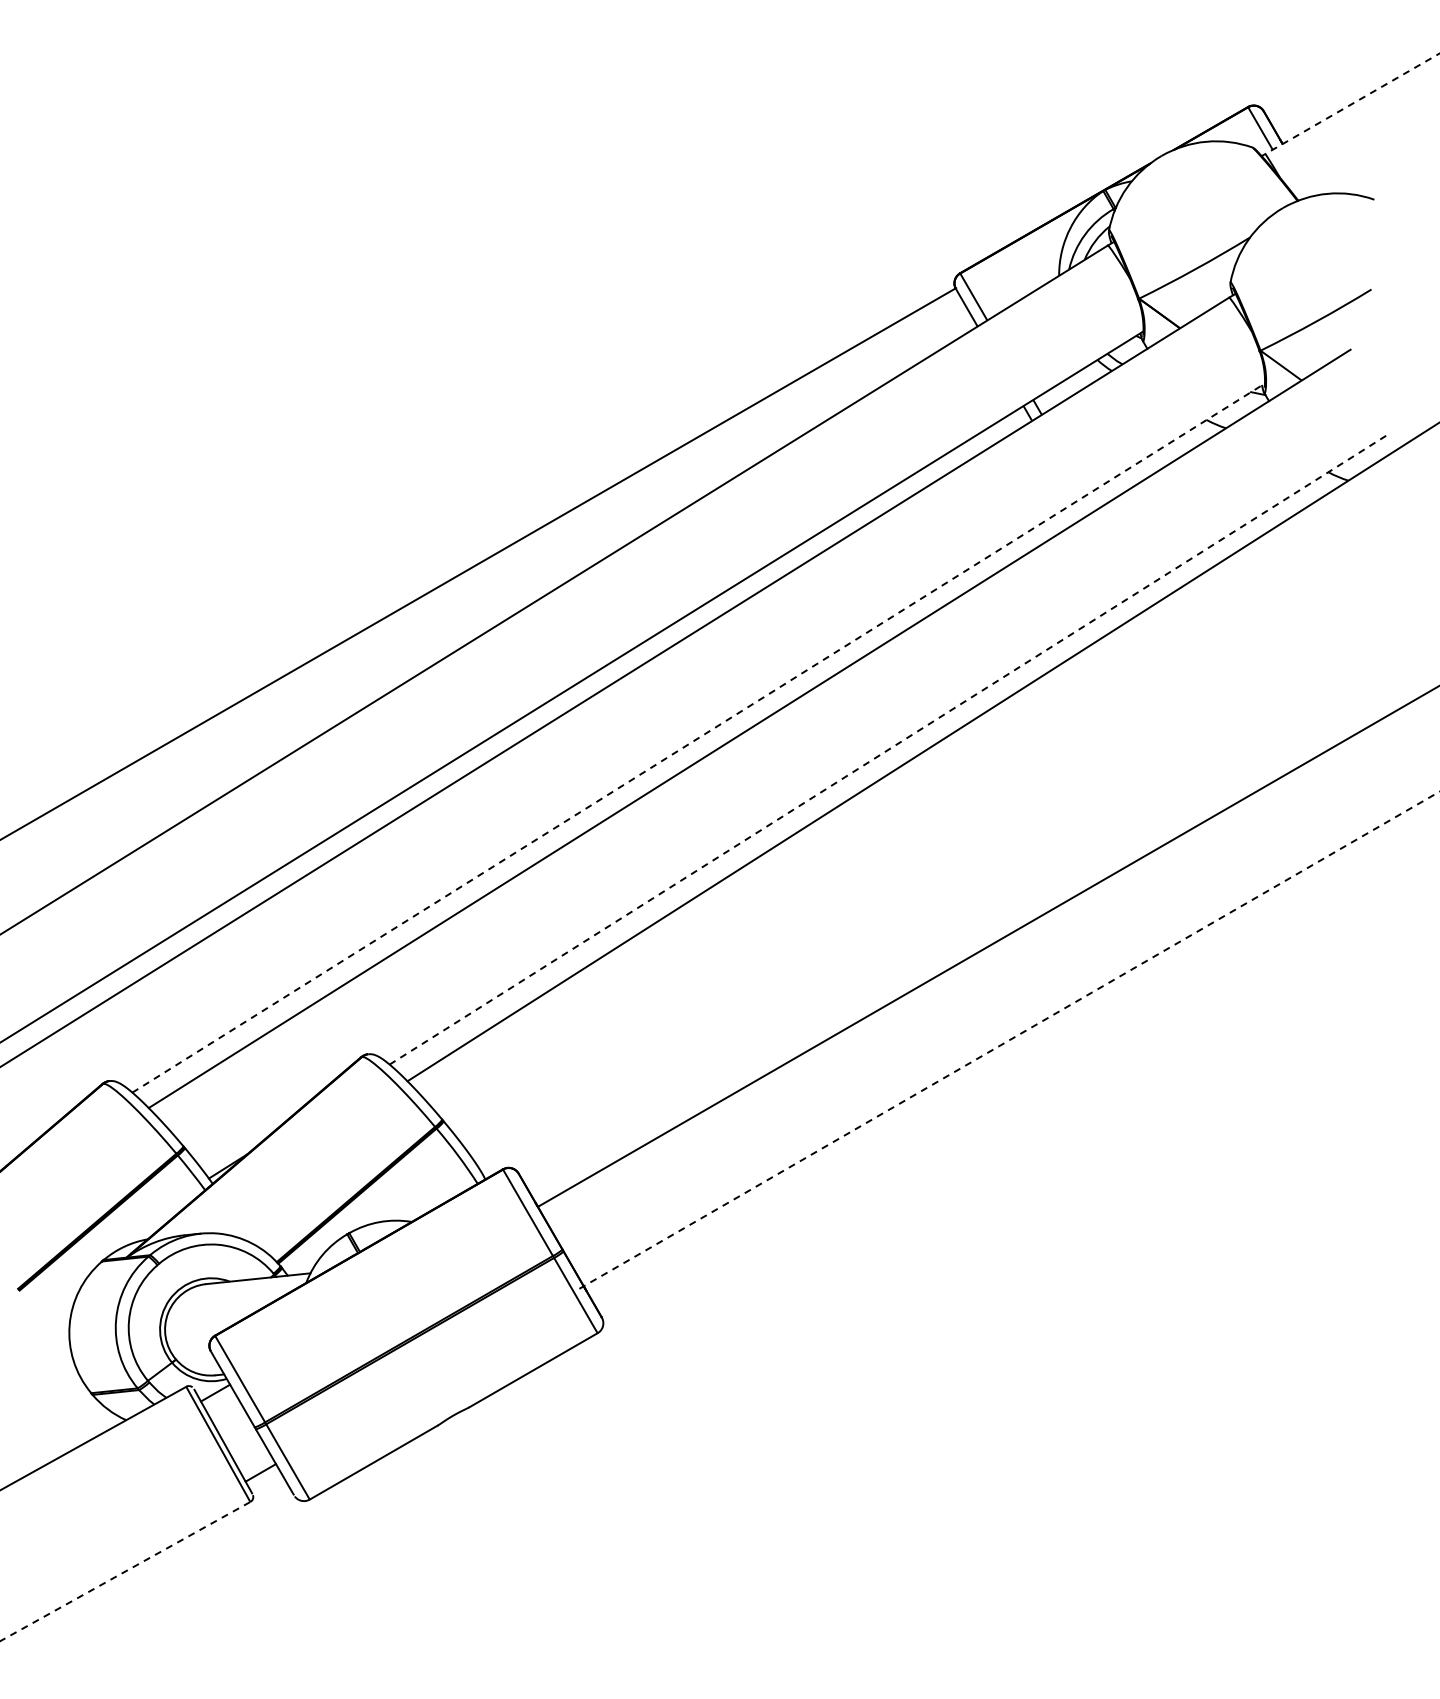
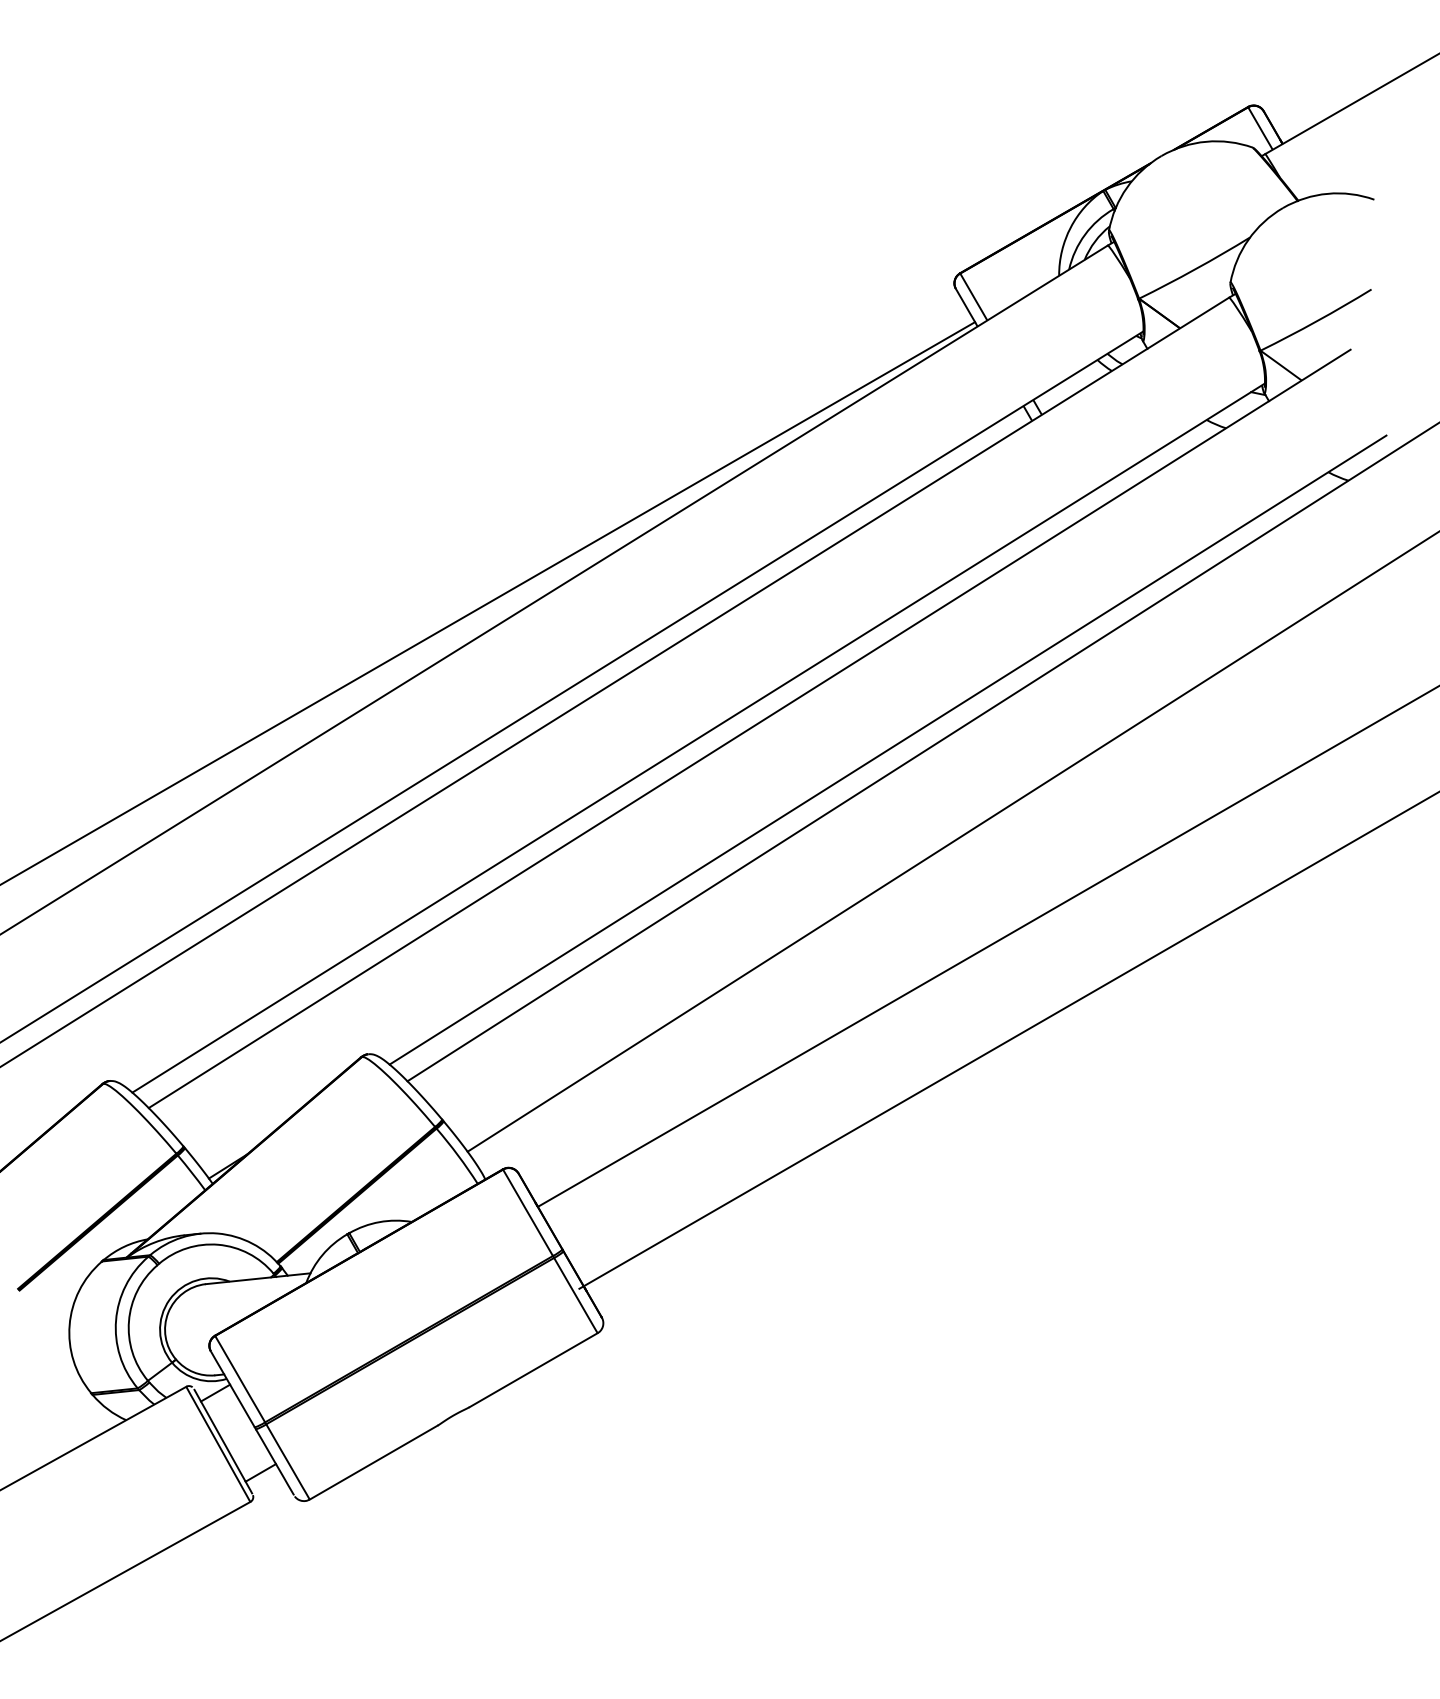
line at (1351, 104): dashed -> solid
line at (479, 563) position: (479, 563) -> (488, 602)
line at (699, 737): dashed -> solid
line at (888, 749): dashed -> solid
line at (951, 842): none -> present
line at (1009, 1040): dashed -> solid
line at (125, 1571): dashed -> solid
